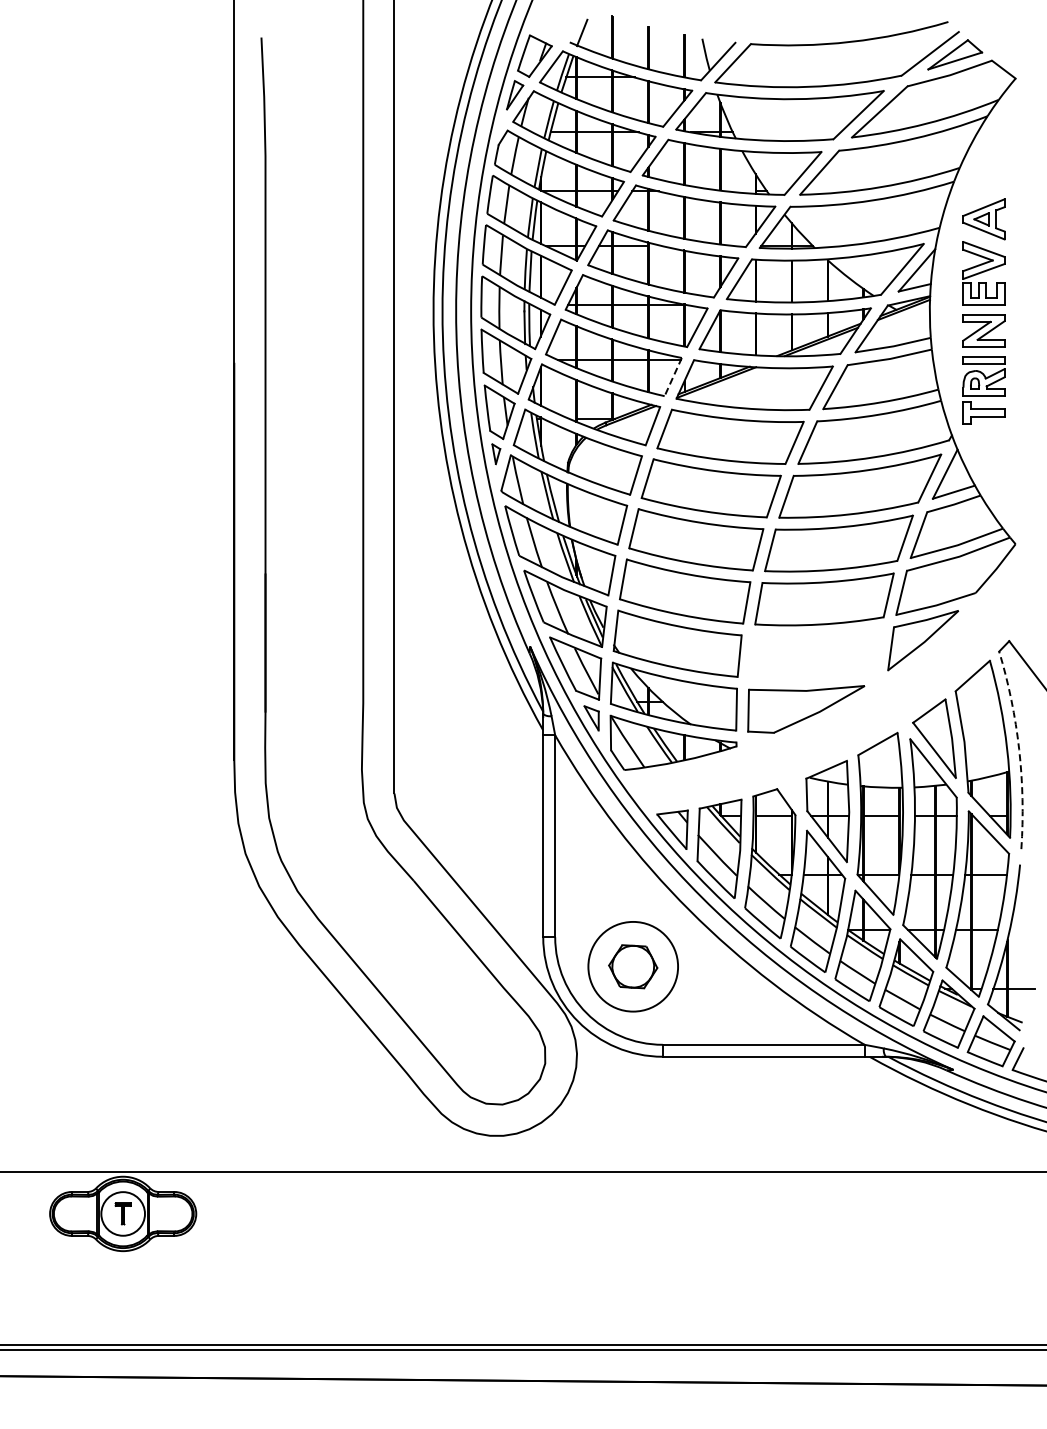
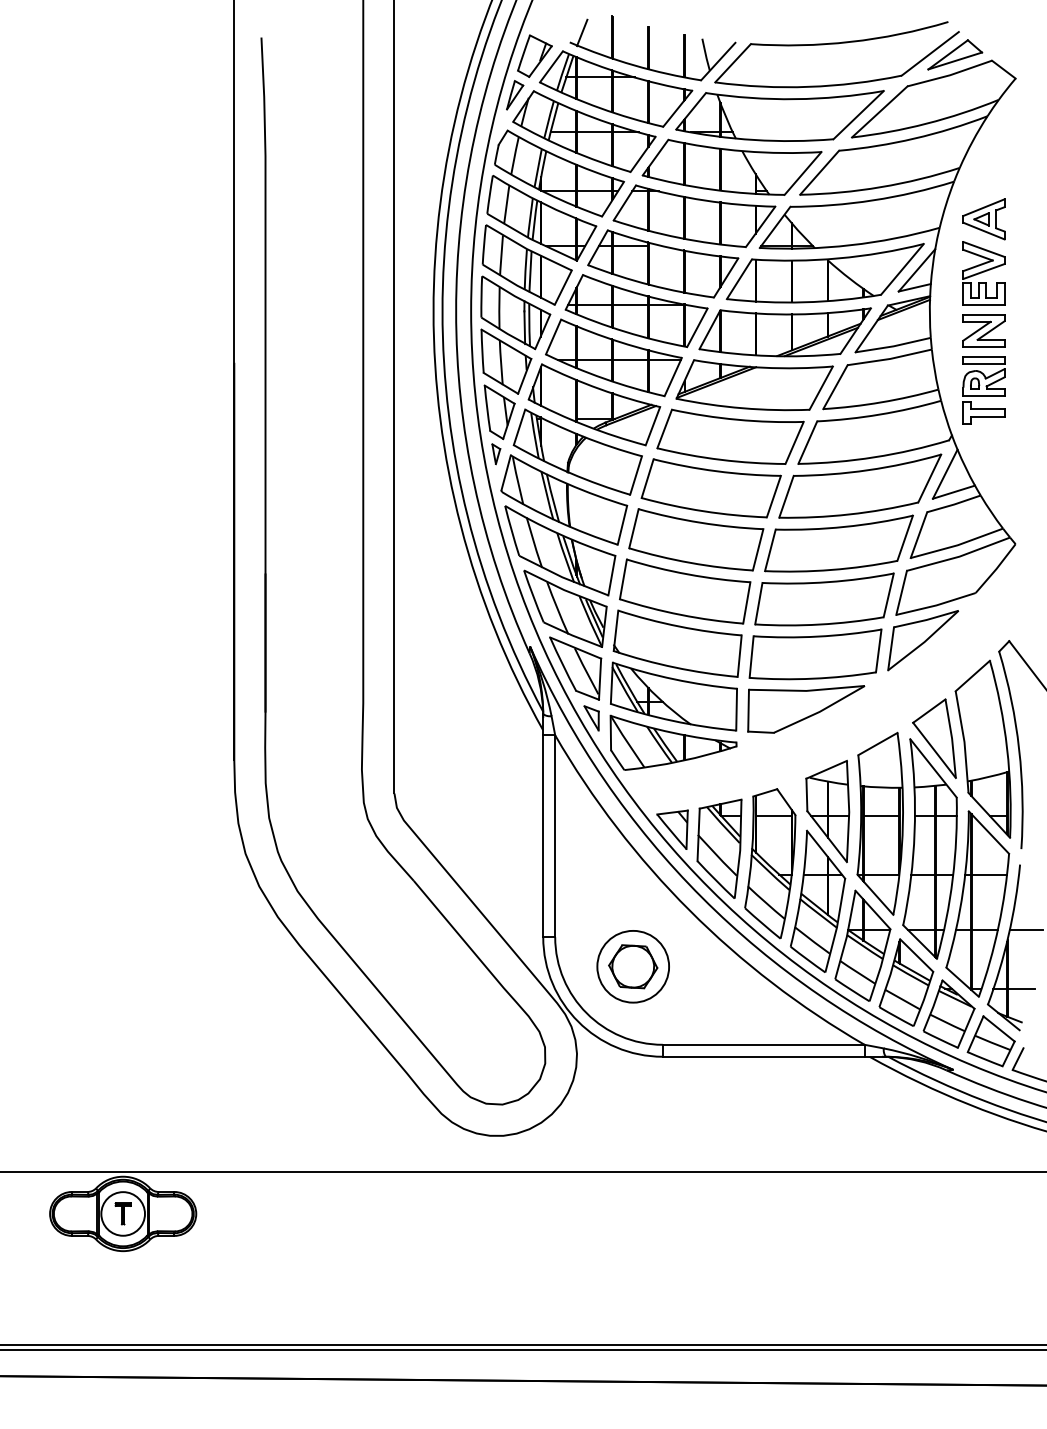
line at (673, 377): dashed -> solid
part at (815, 654): none -> present
arc at (1019, 749): dashed -> solid
line at (1025, 929): none -> present
circle at (633, 966) diameter: 90 px -> 72 px
